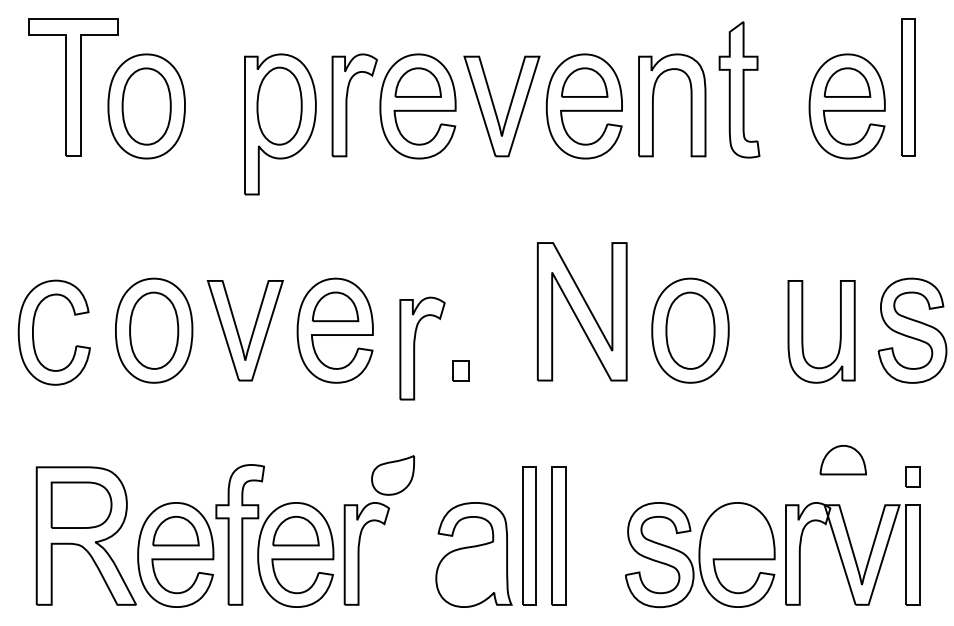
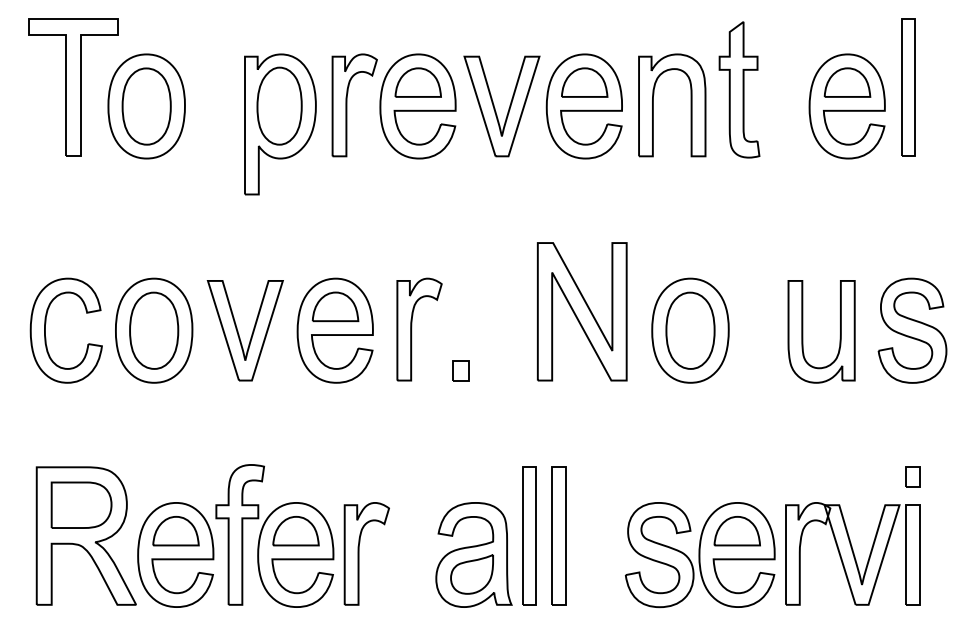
part at (33, 332) position: (33, 332) -> (45, 330)
part at (415, 348) position: (415, 348) -> (412, 329)
part at (842, 460) position: (842, 460) -> (736, 531)
part at (392, 475) position: (392, 475) -> (471, 574)
